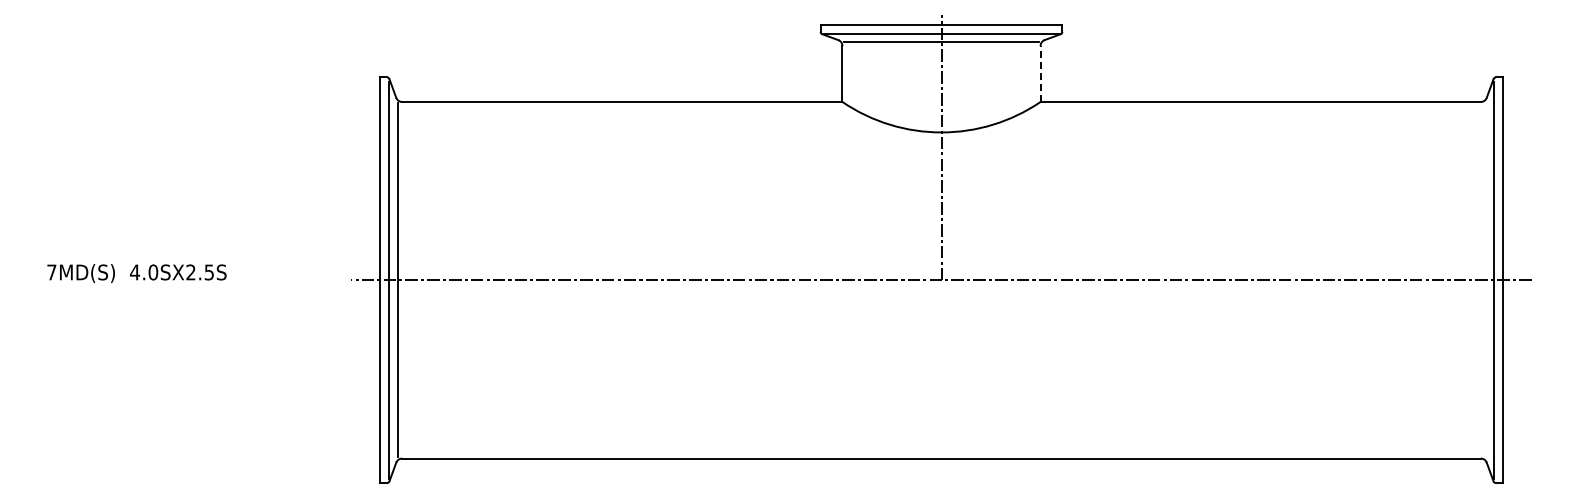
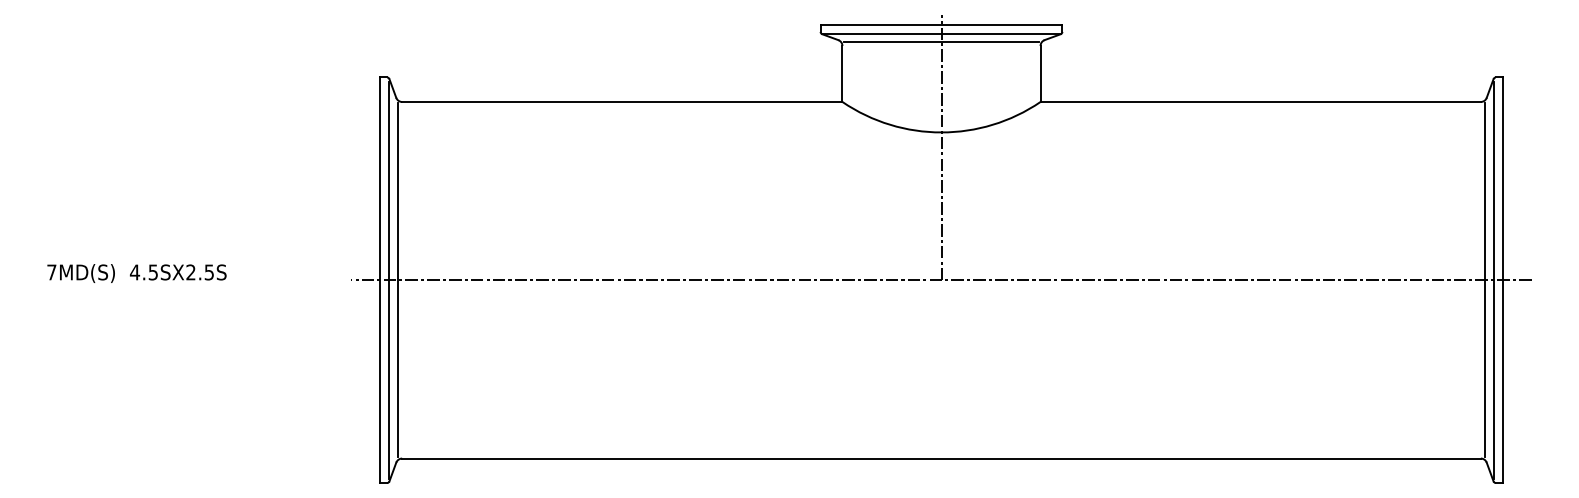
line at (1040, 73): dashed -> solid
text at (153, 272): 4.0SX2.5S -> 4.5SX2.5S
line at (1485, 280): none -> present
